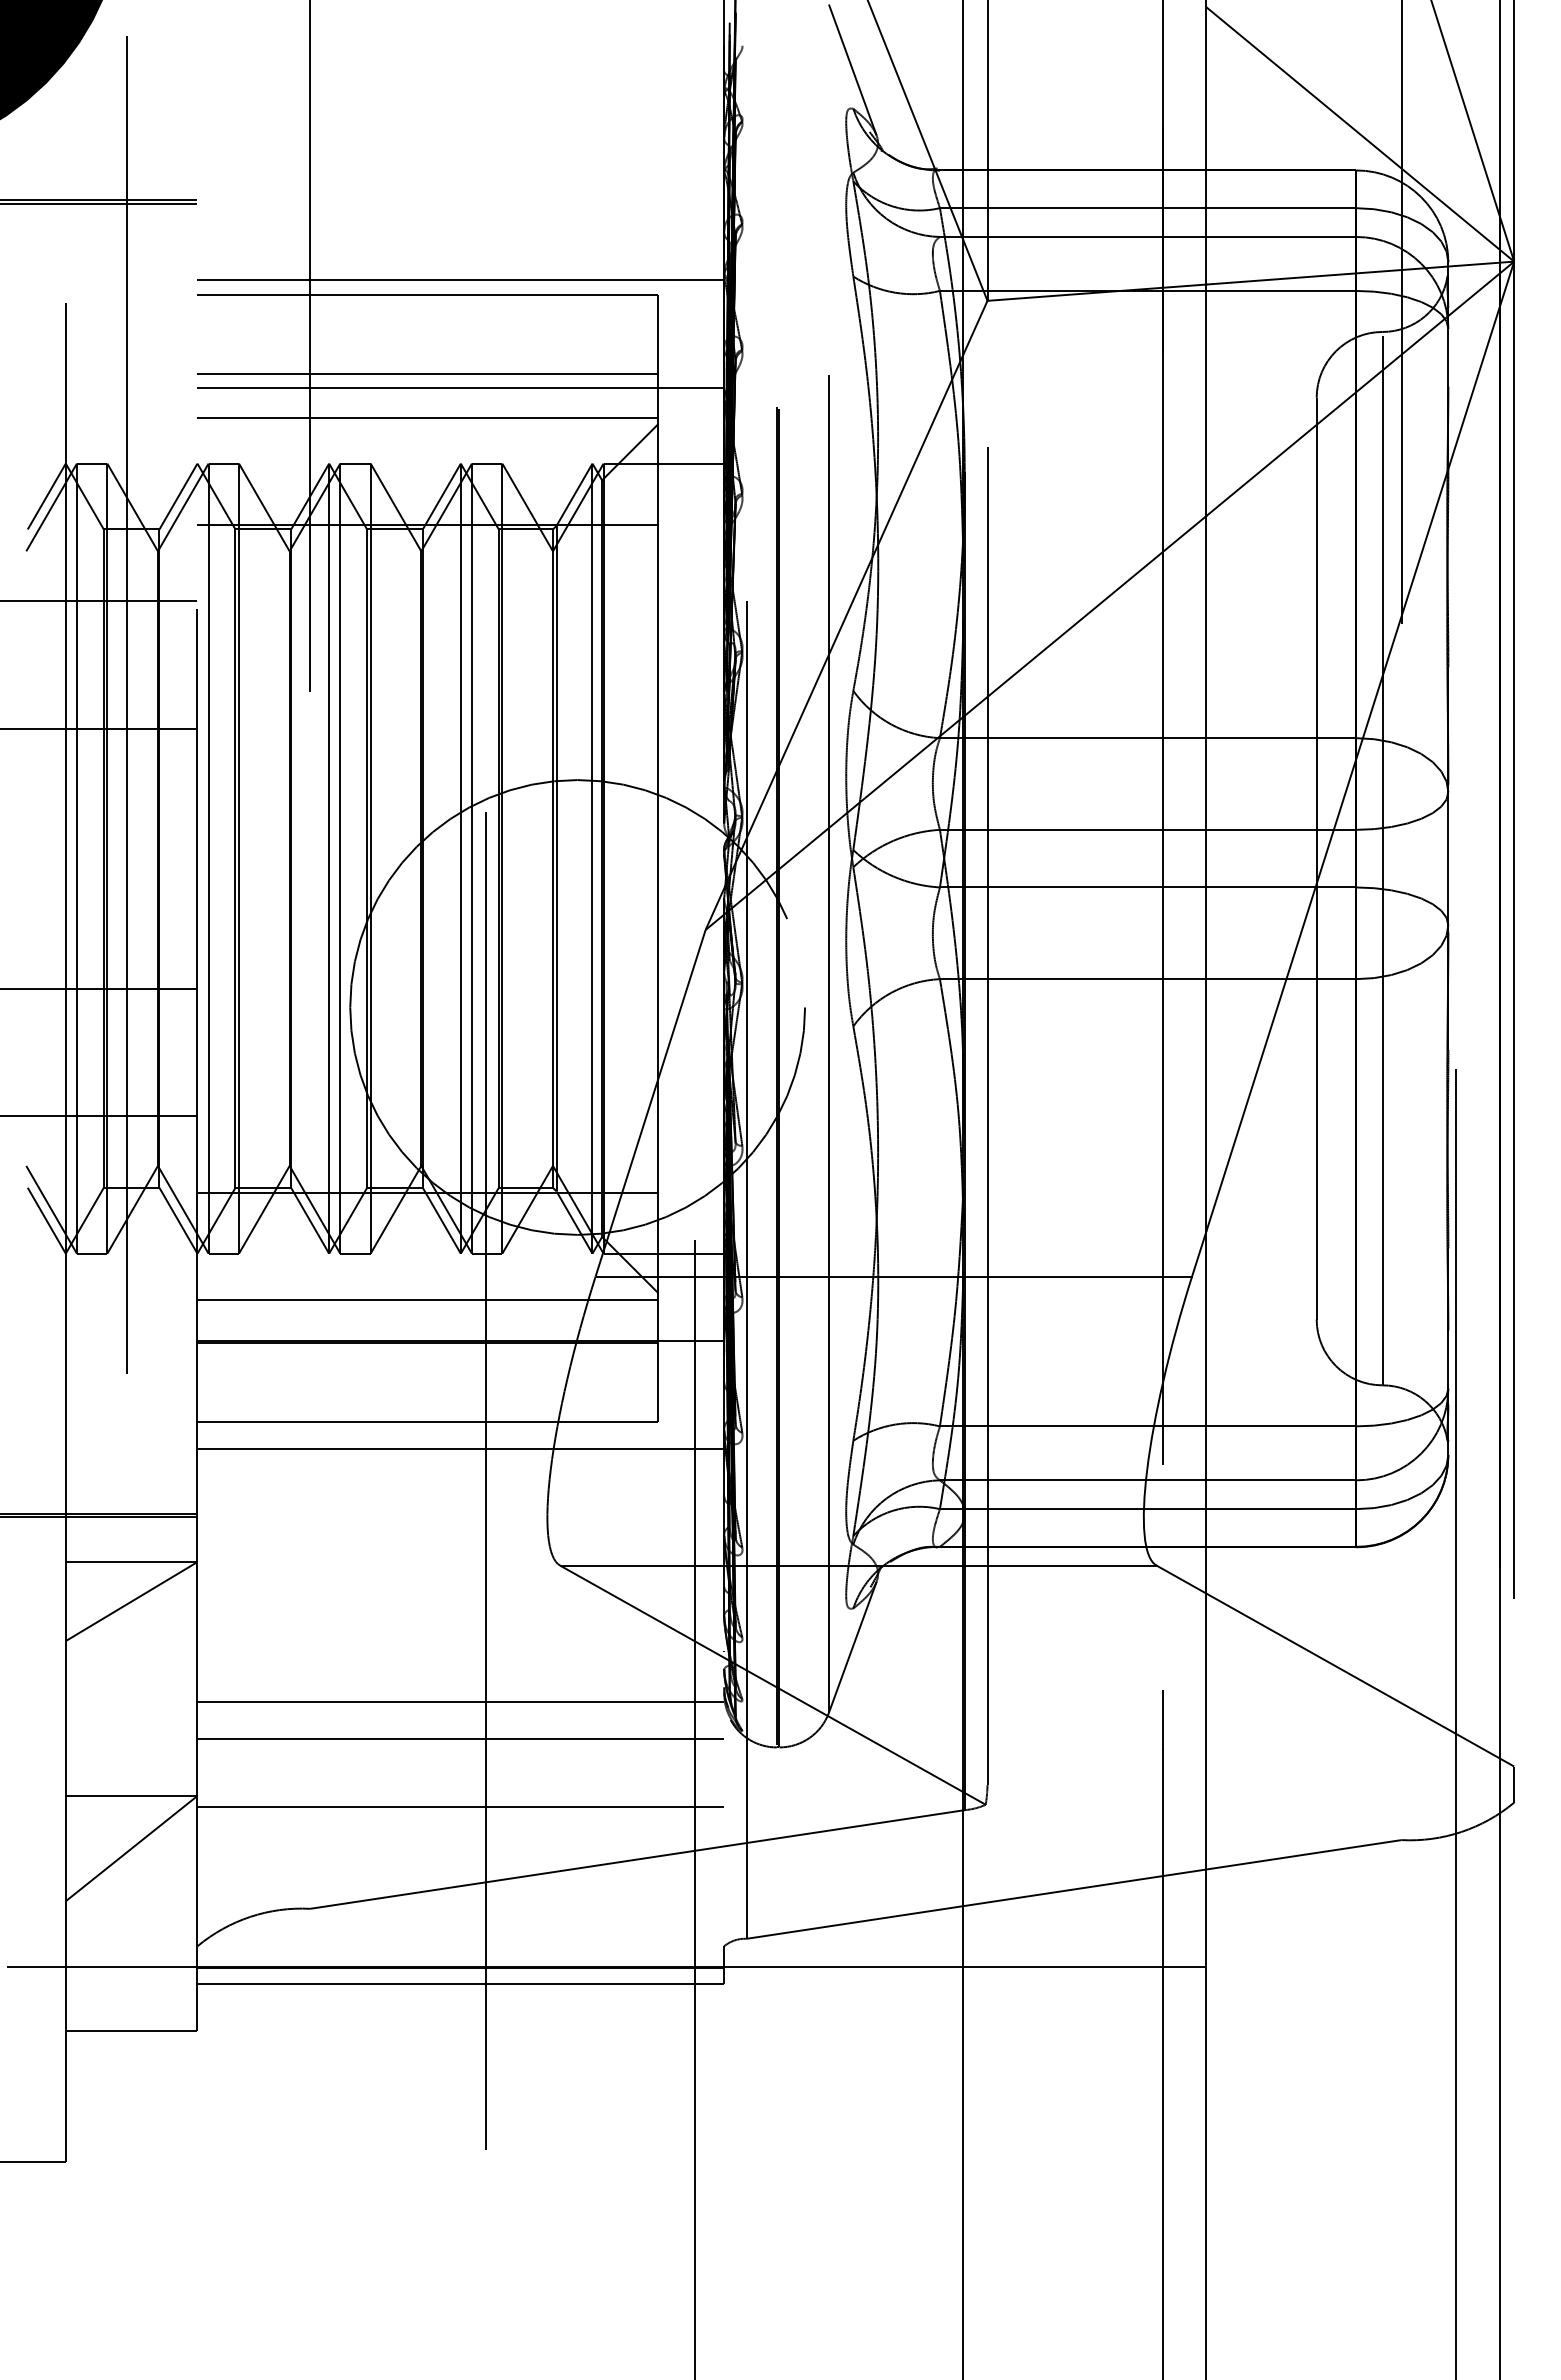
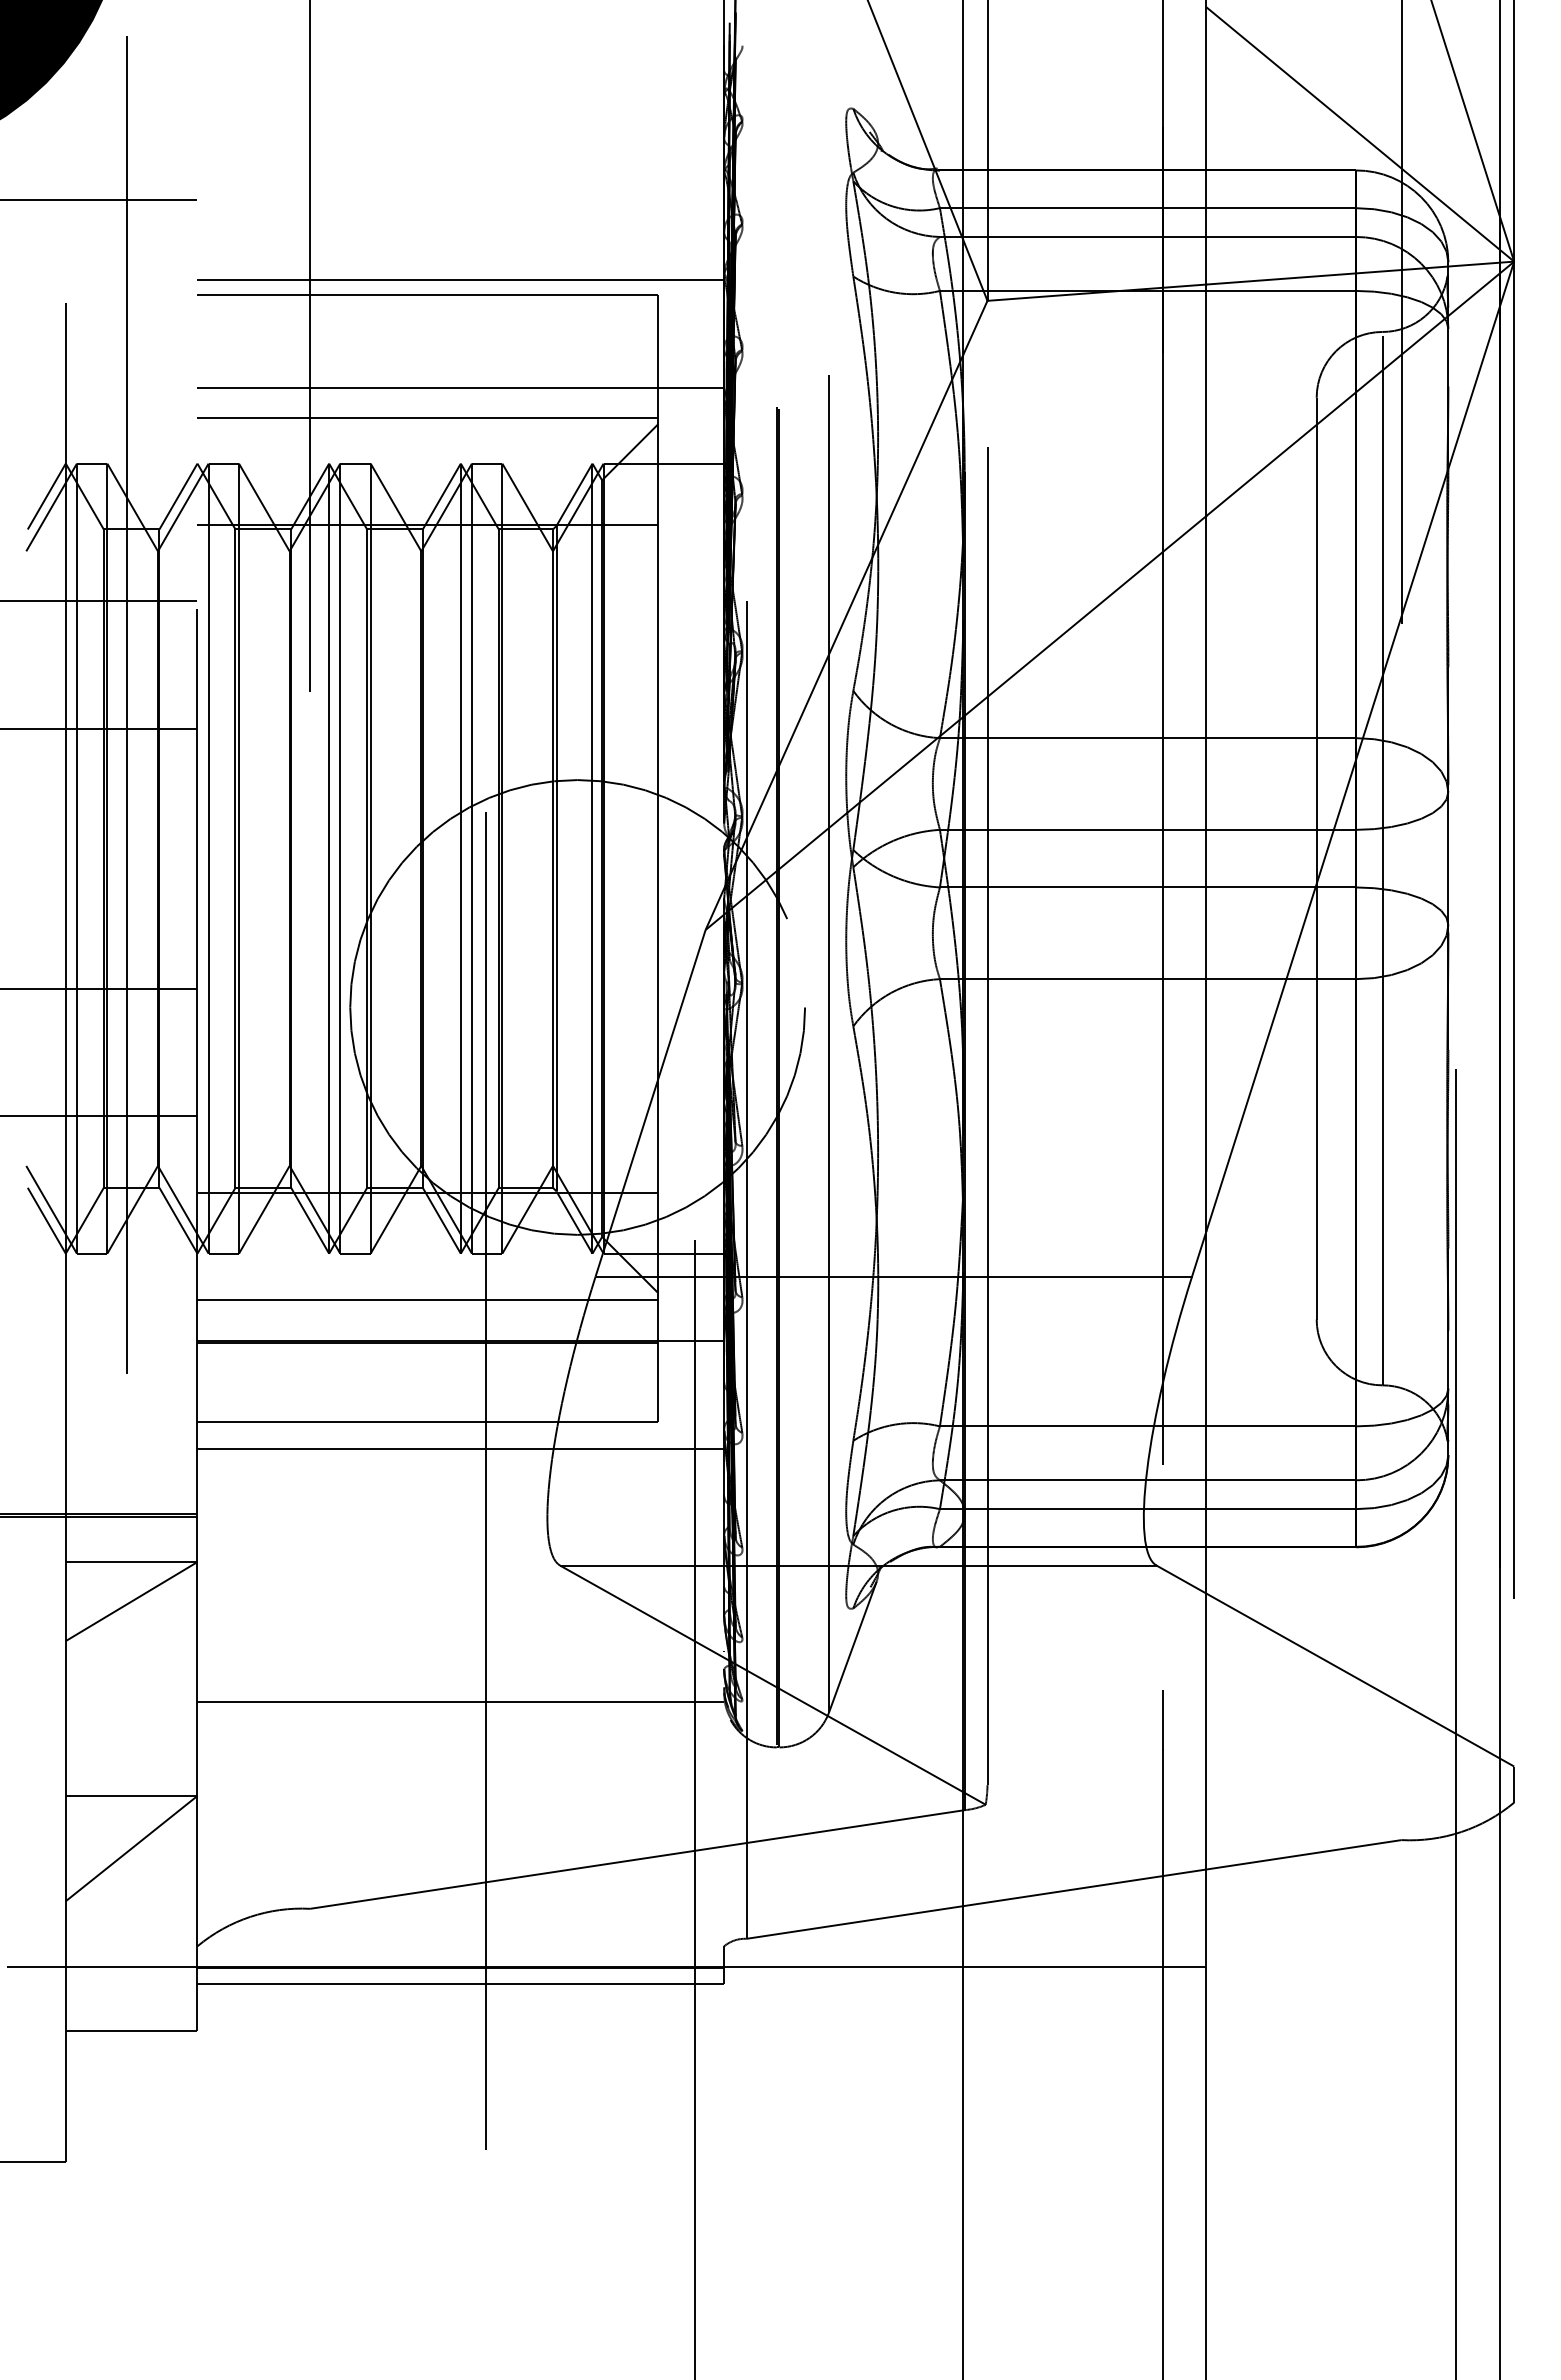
line at (852, 69): present -> none
line at (99, 203): present -> none
line at (427, 374): present -> none
line at (460, 1738): present -> none
line at (460, 1806): present -> none
